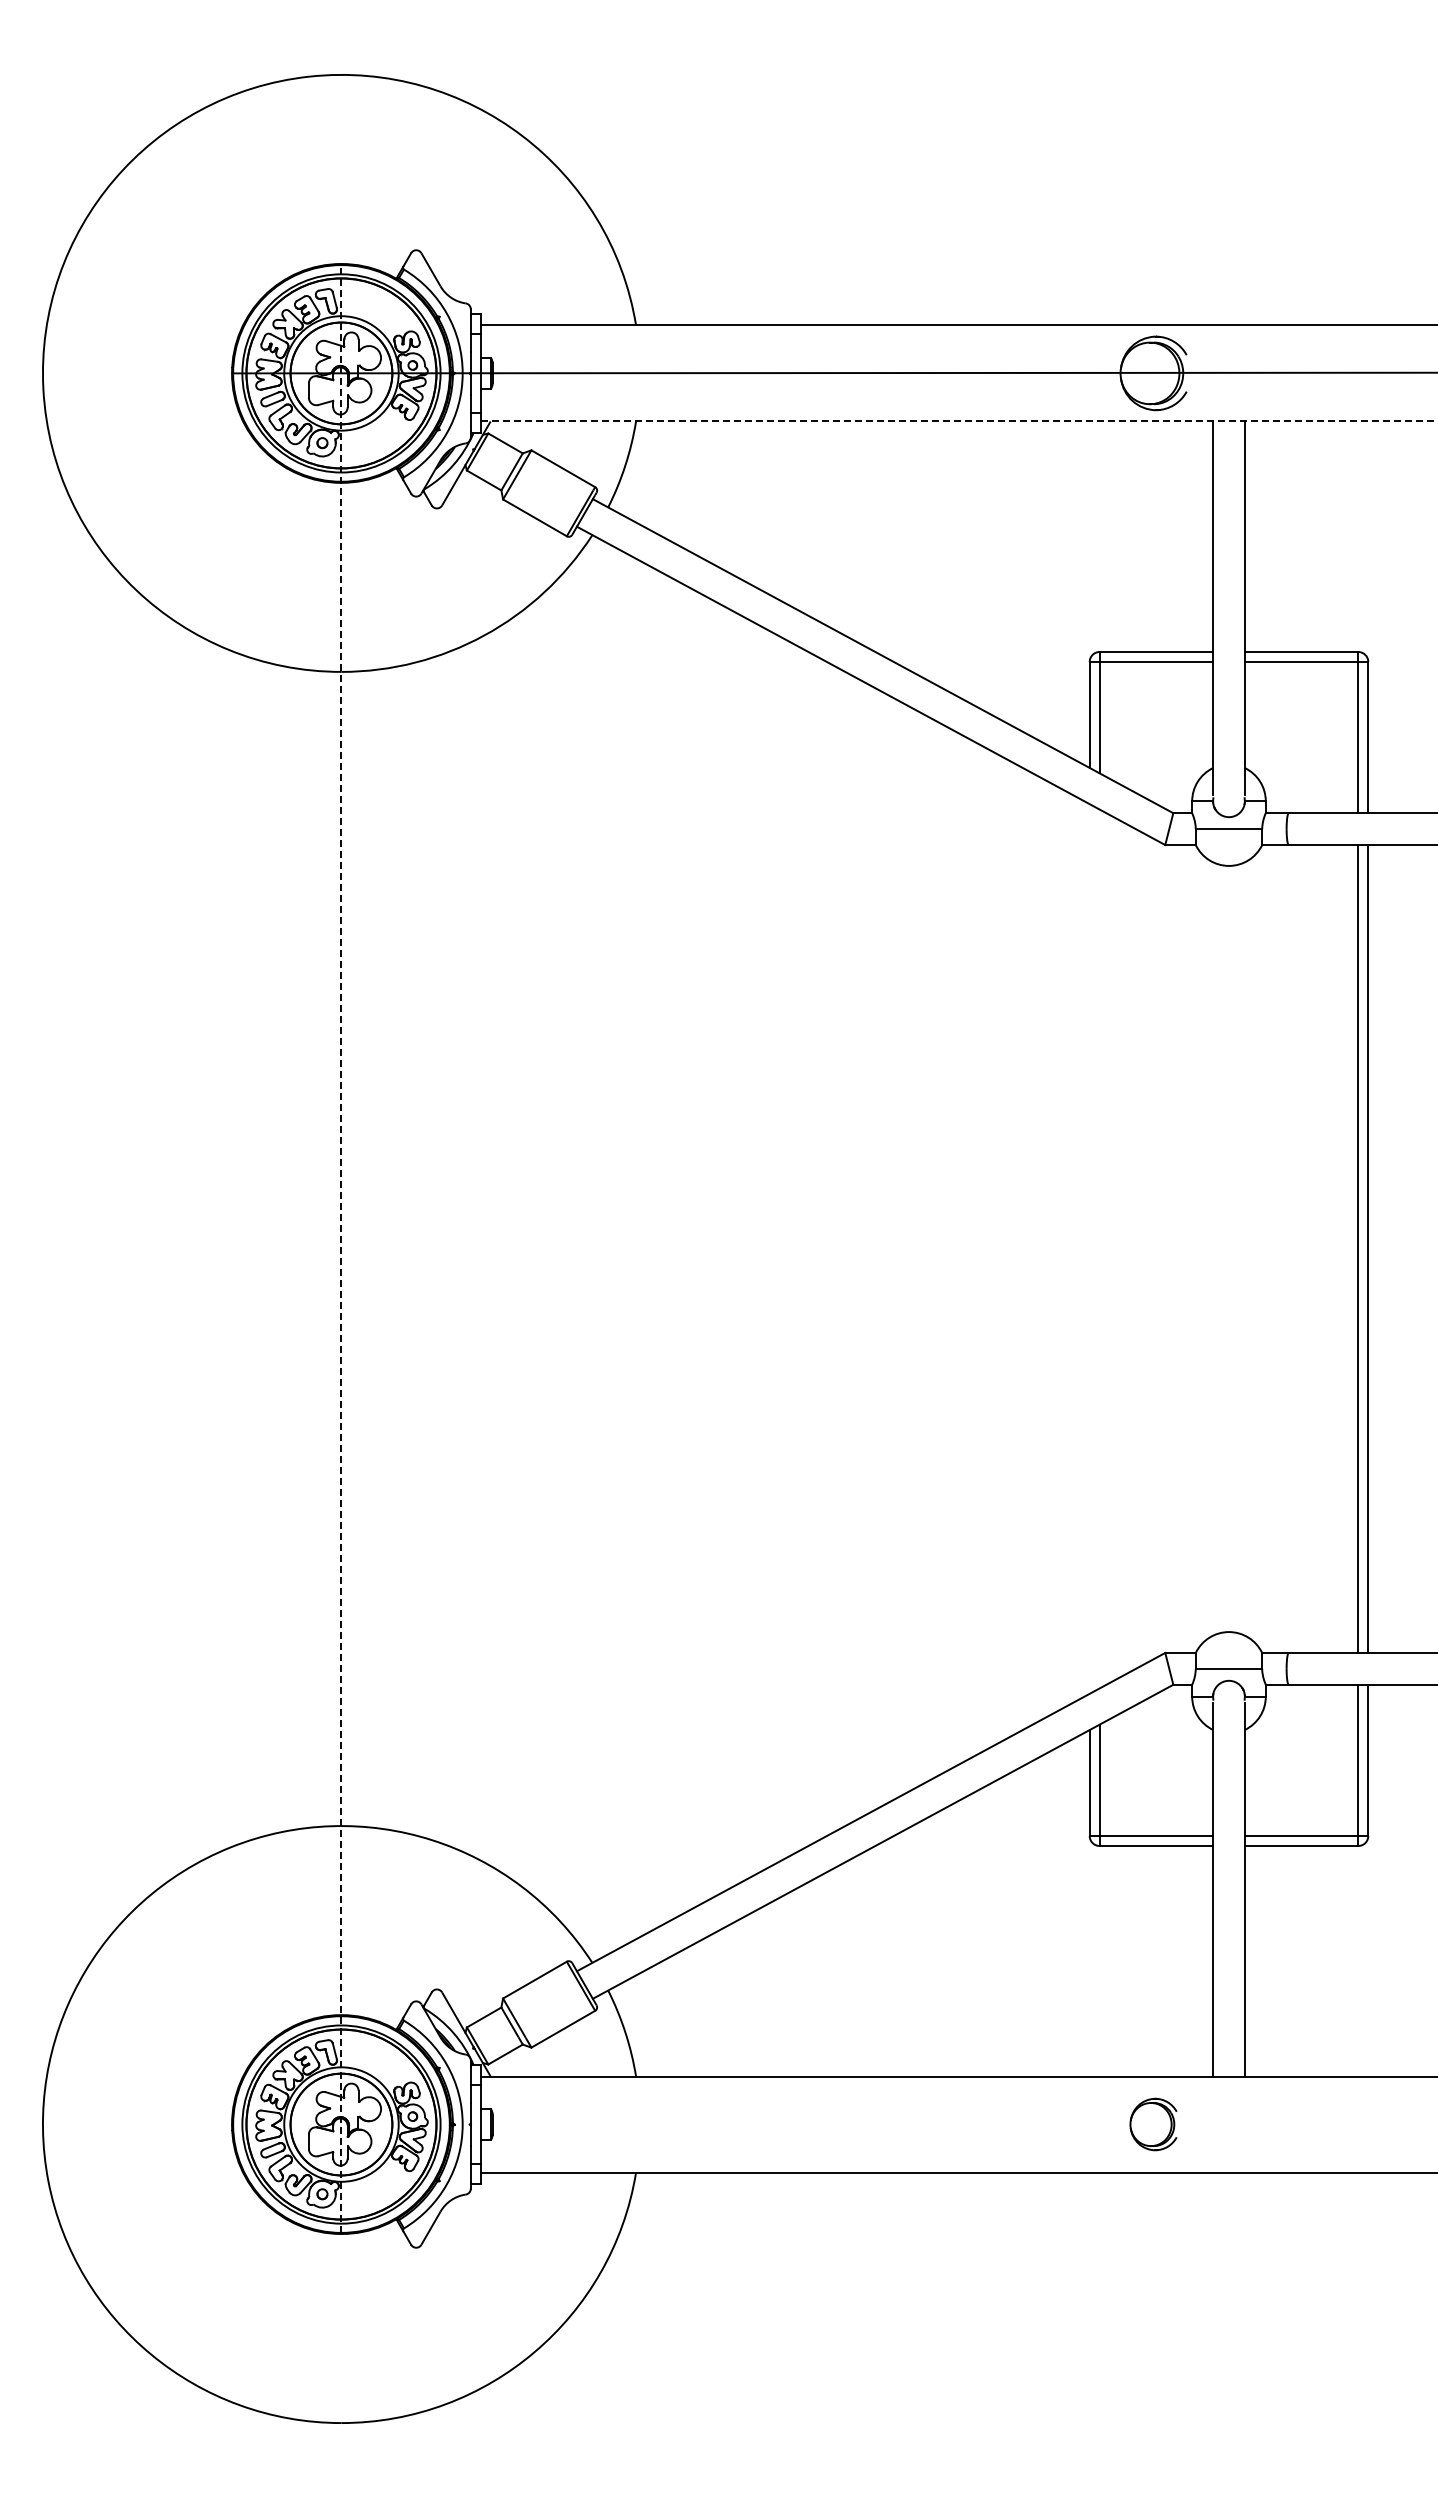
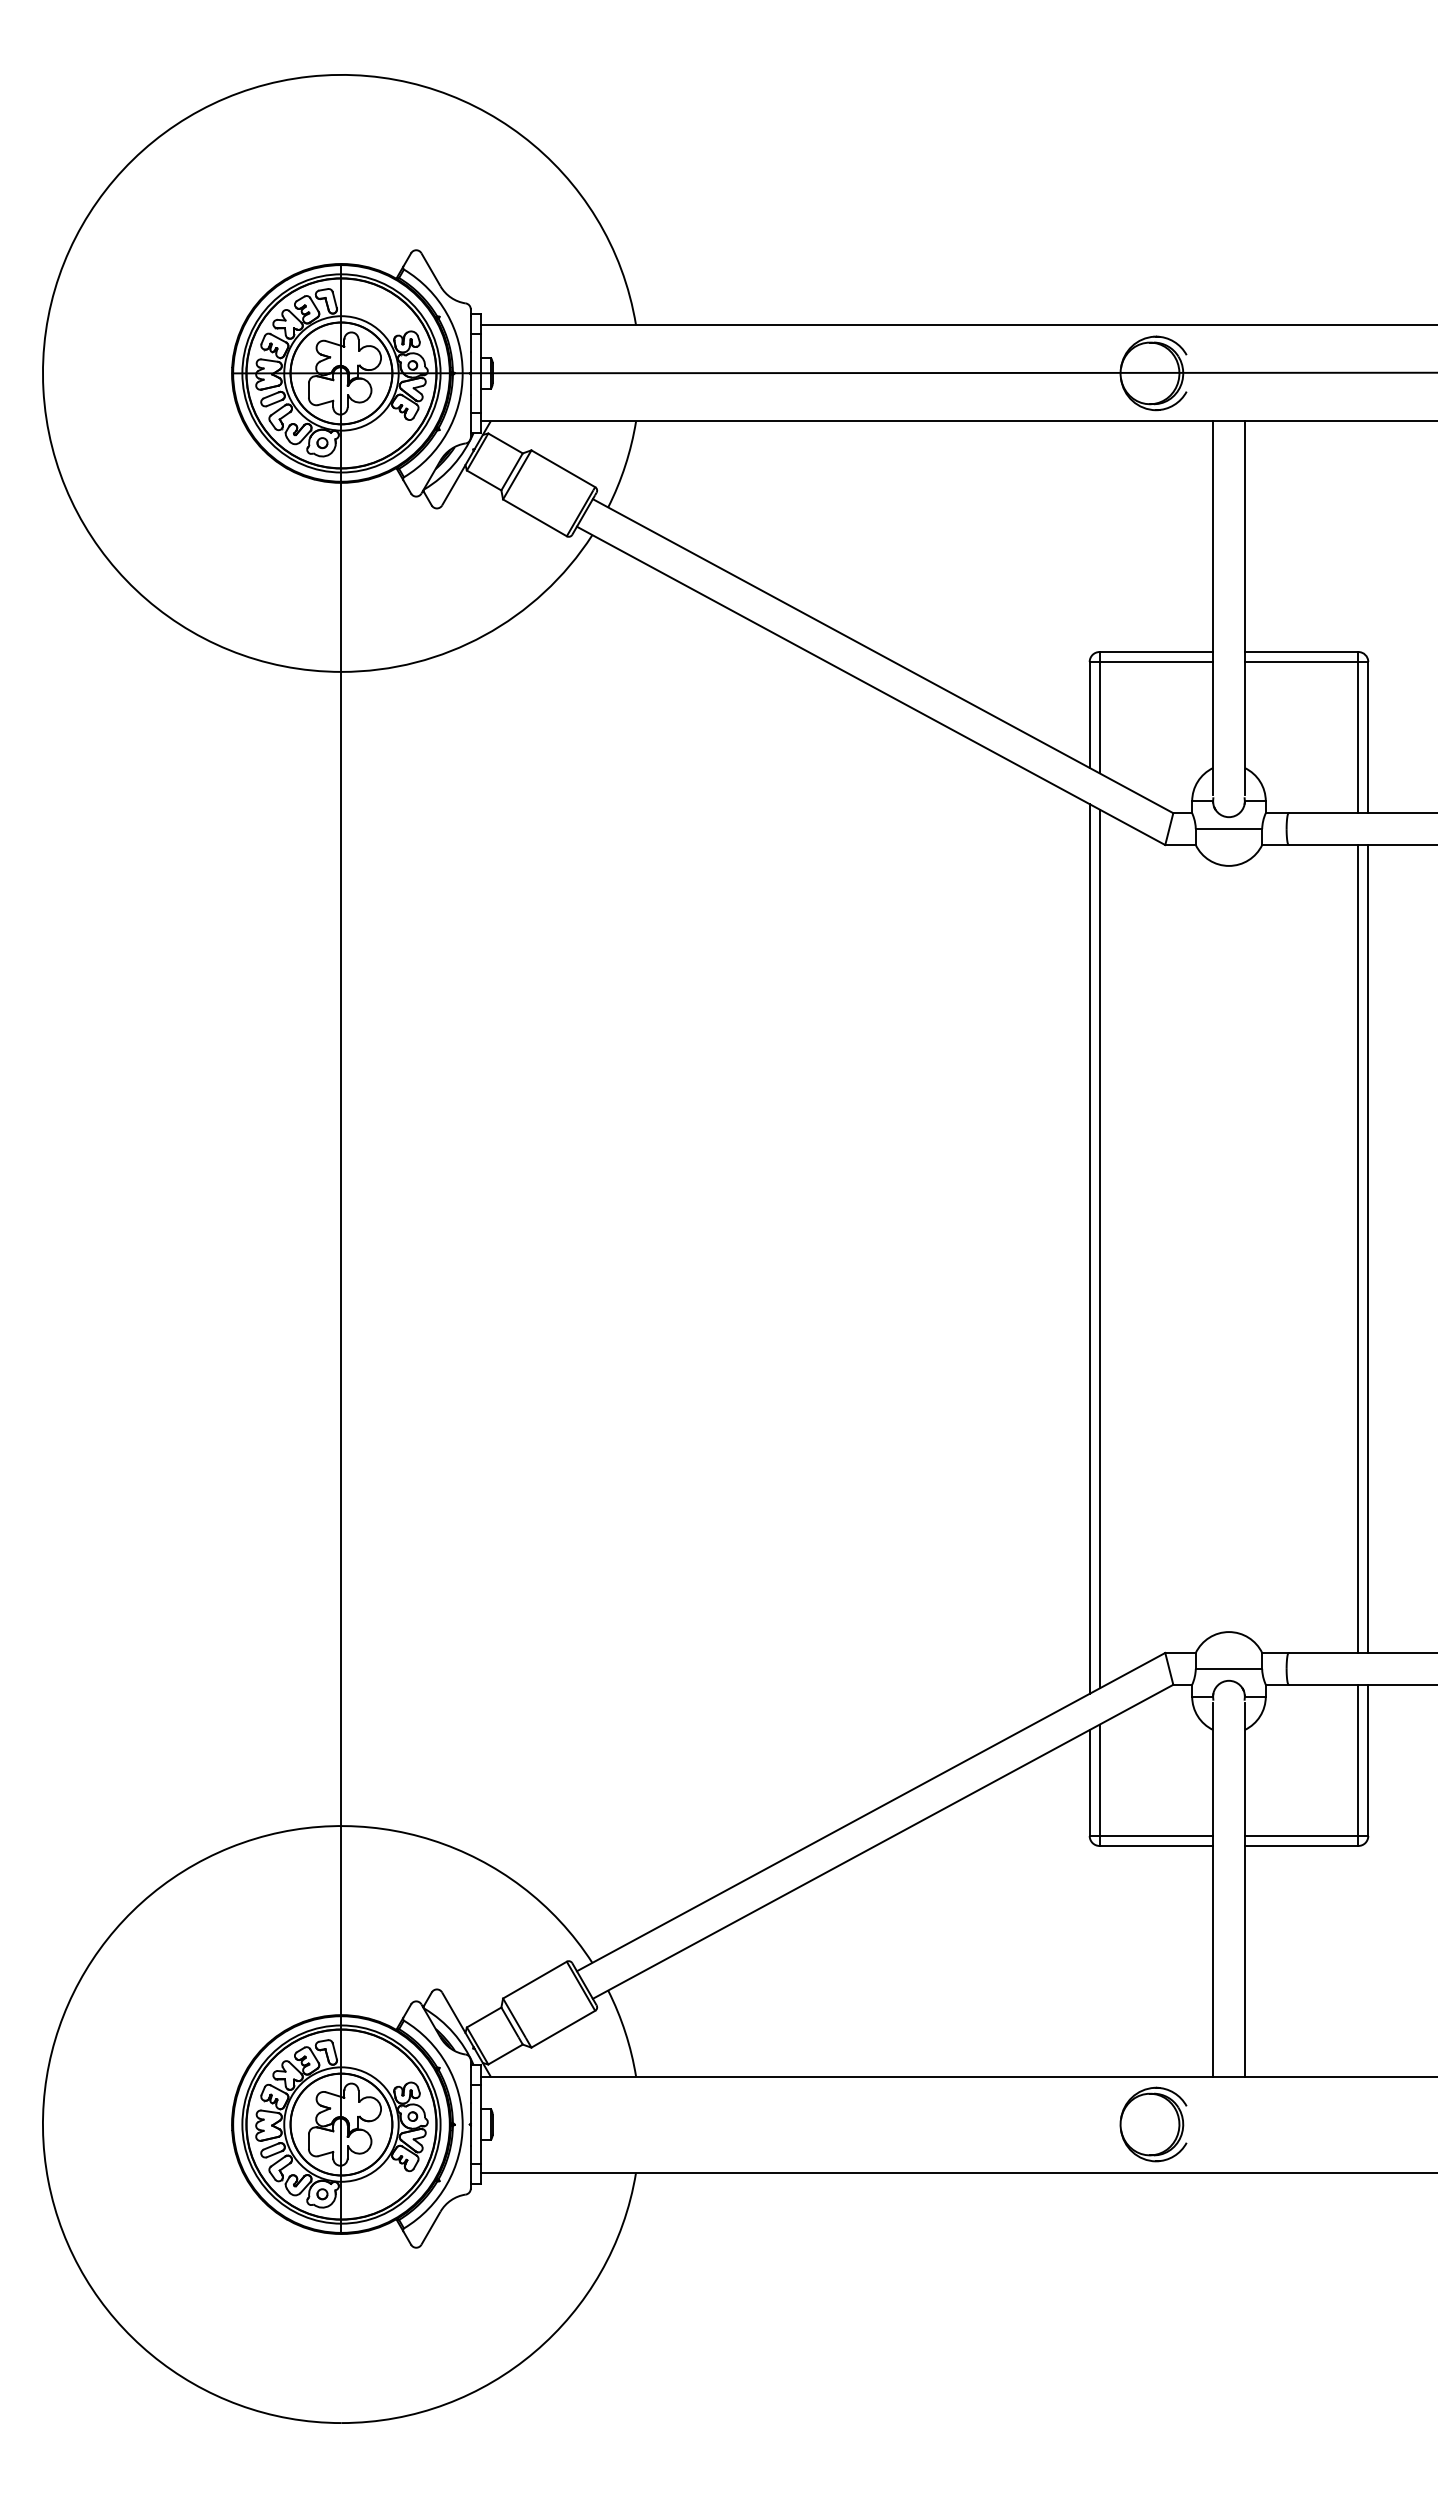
line at (959, 421): dashed -> solid
line at (341, 1248): dashed -> solid
line at (1089, 1248): none -> present
line at (1099, 1248): none -> present
part at (1153, 2124) size: 49x55 px -> 69x77 px
